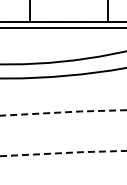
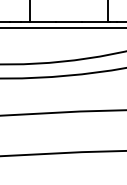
line at (64, 112): dashed -> solid
line at (63, 153): dashed -> solid
